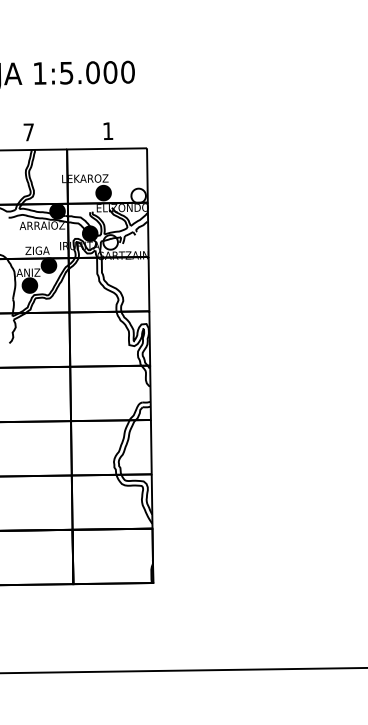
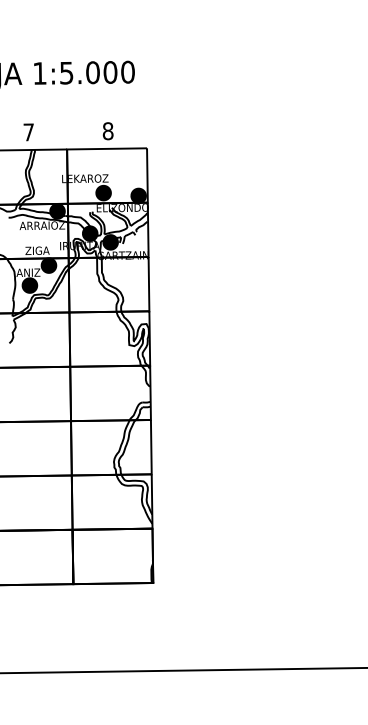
text at (107, 131): 1 -> 8
fill at (138, 195): none -> present
fill at (110, 242): none -> present
